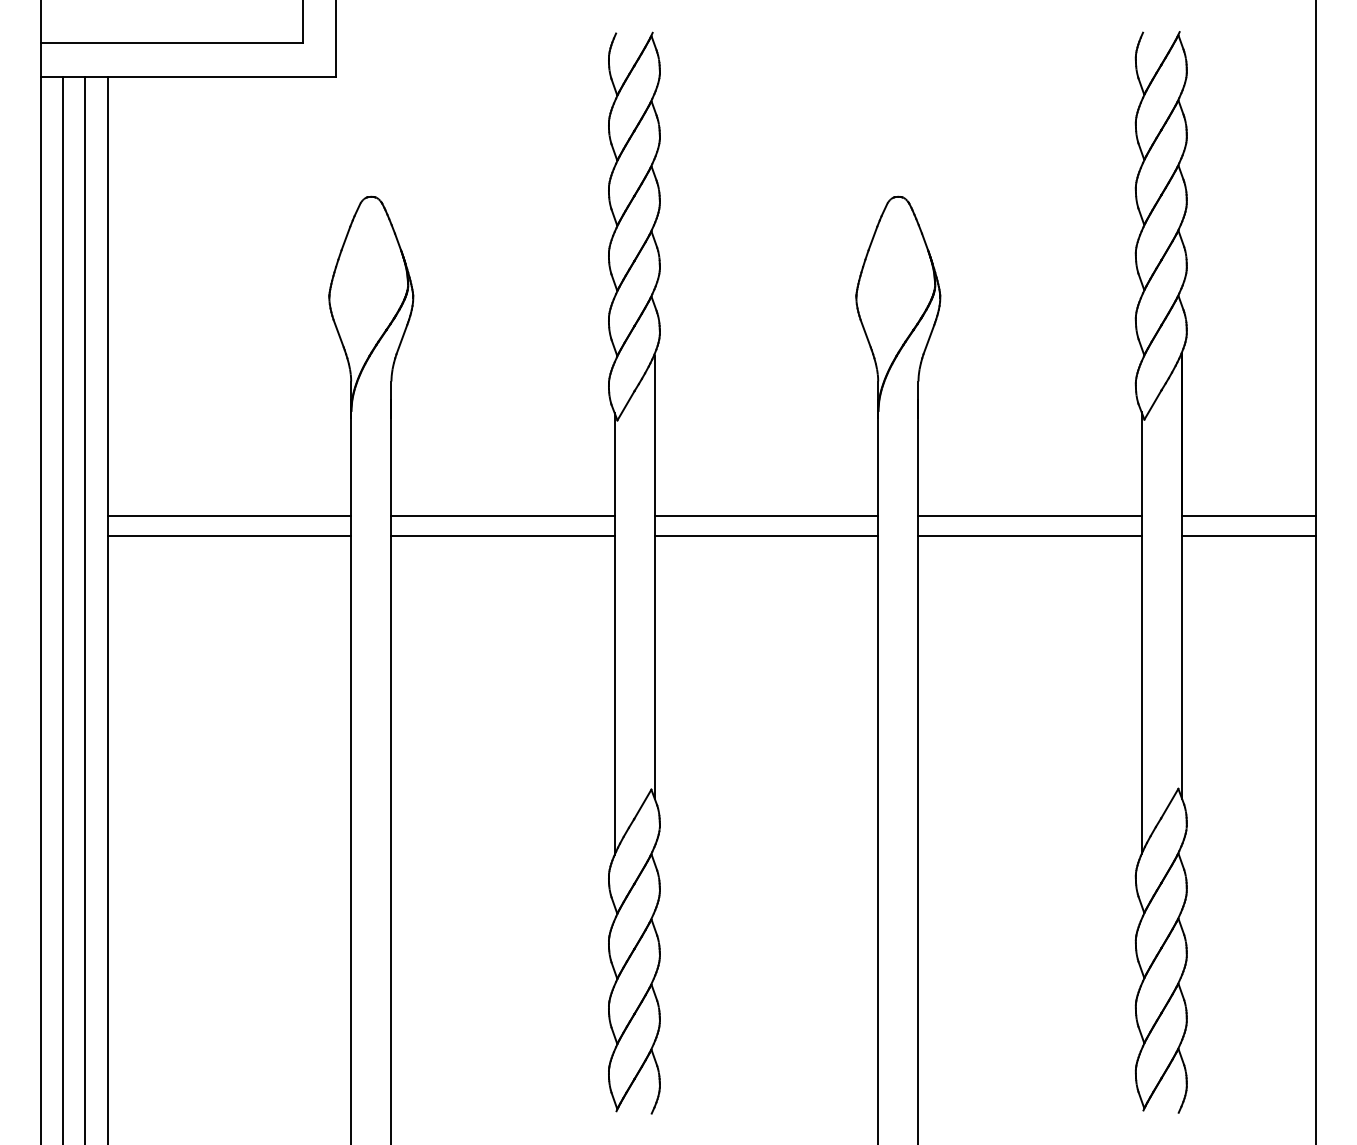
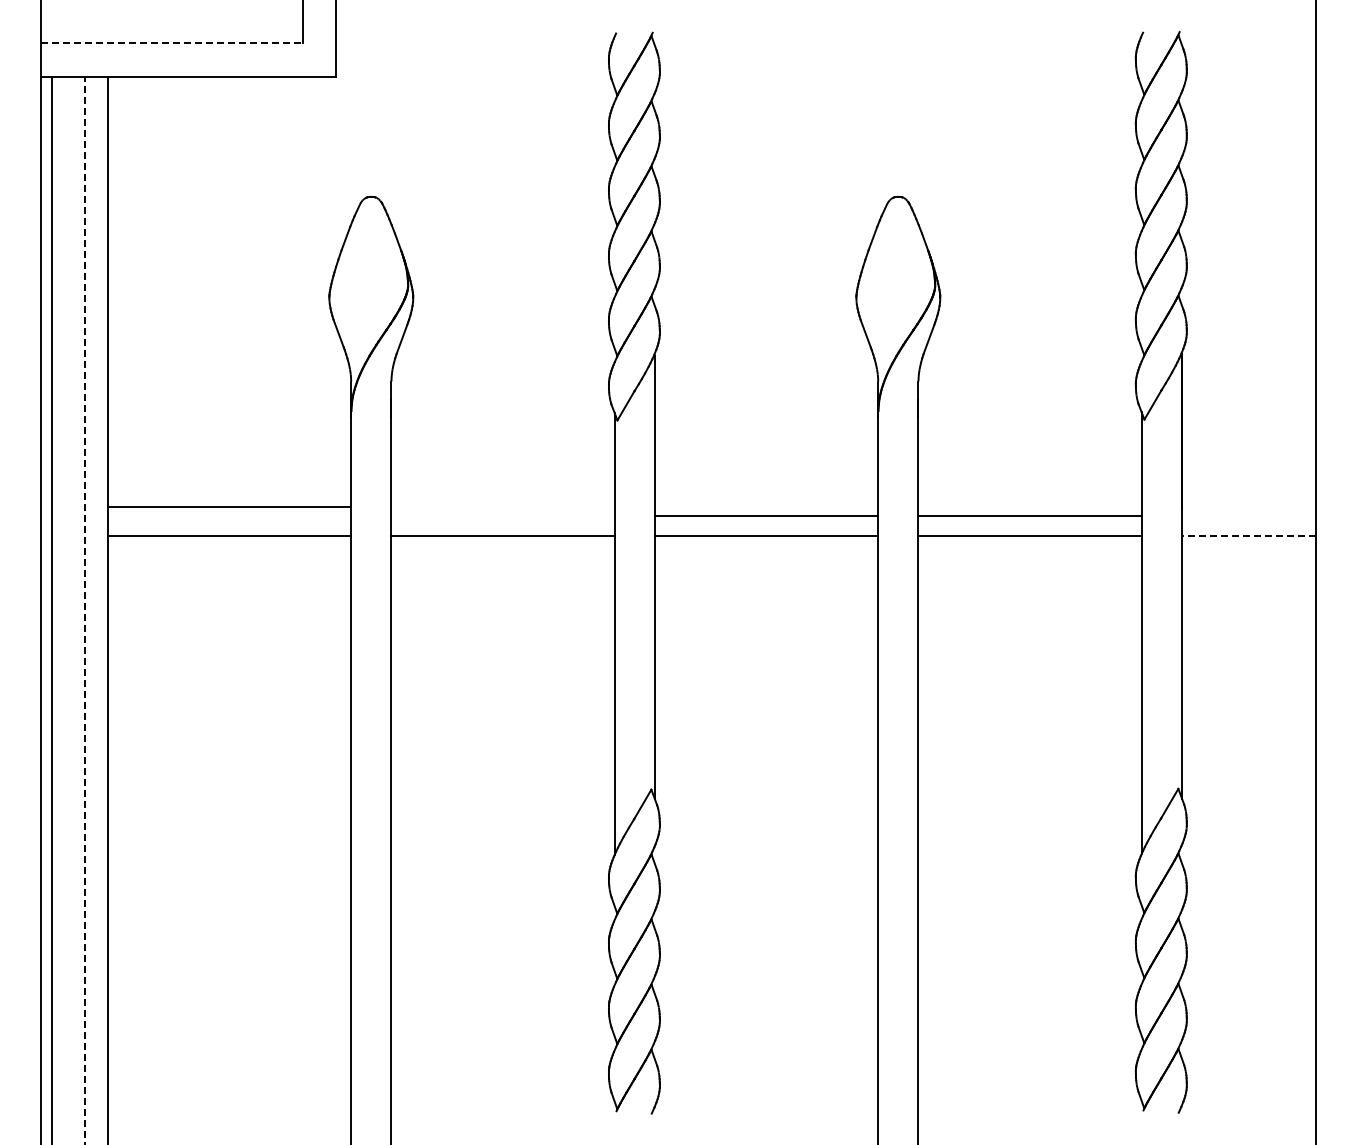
line at (171, 43): solid -> dashed
line at (229, 516) position: (229, 516) -> (229, 507)
line at (502, 516): present -> none
line at (1249, 516): present -> none
line at (1248, 536): solid -> dashed
line at (63, 608) position: (63, 608) -> (52, 608)
line at (85, 610): solid -> dashed
